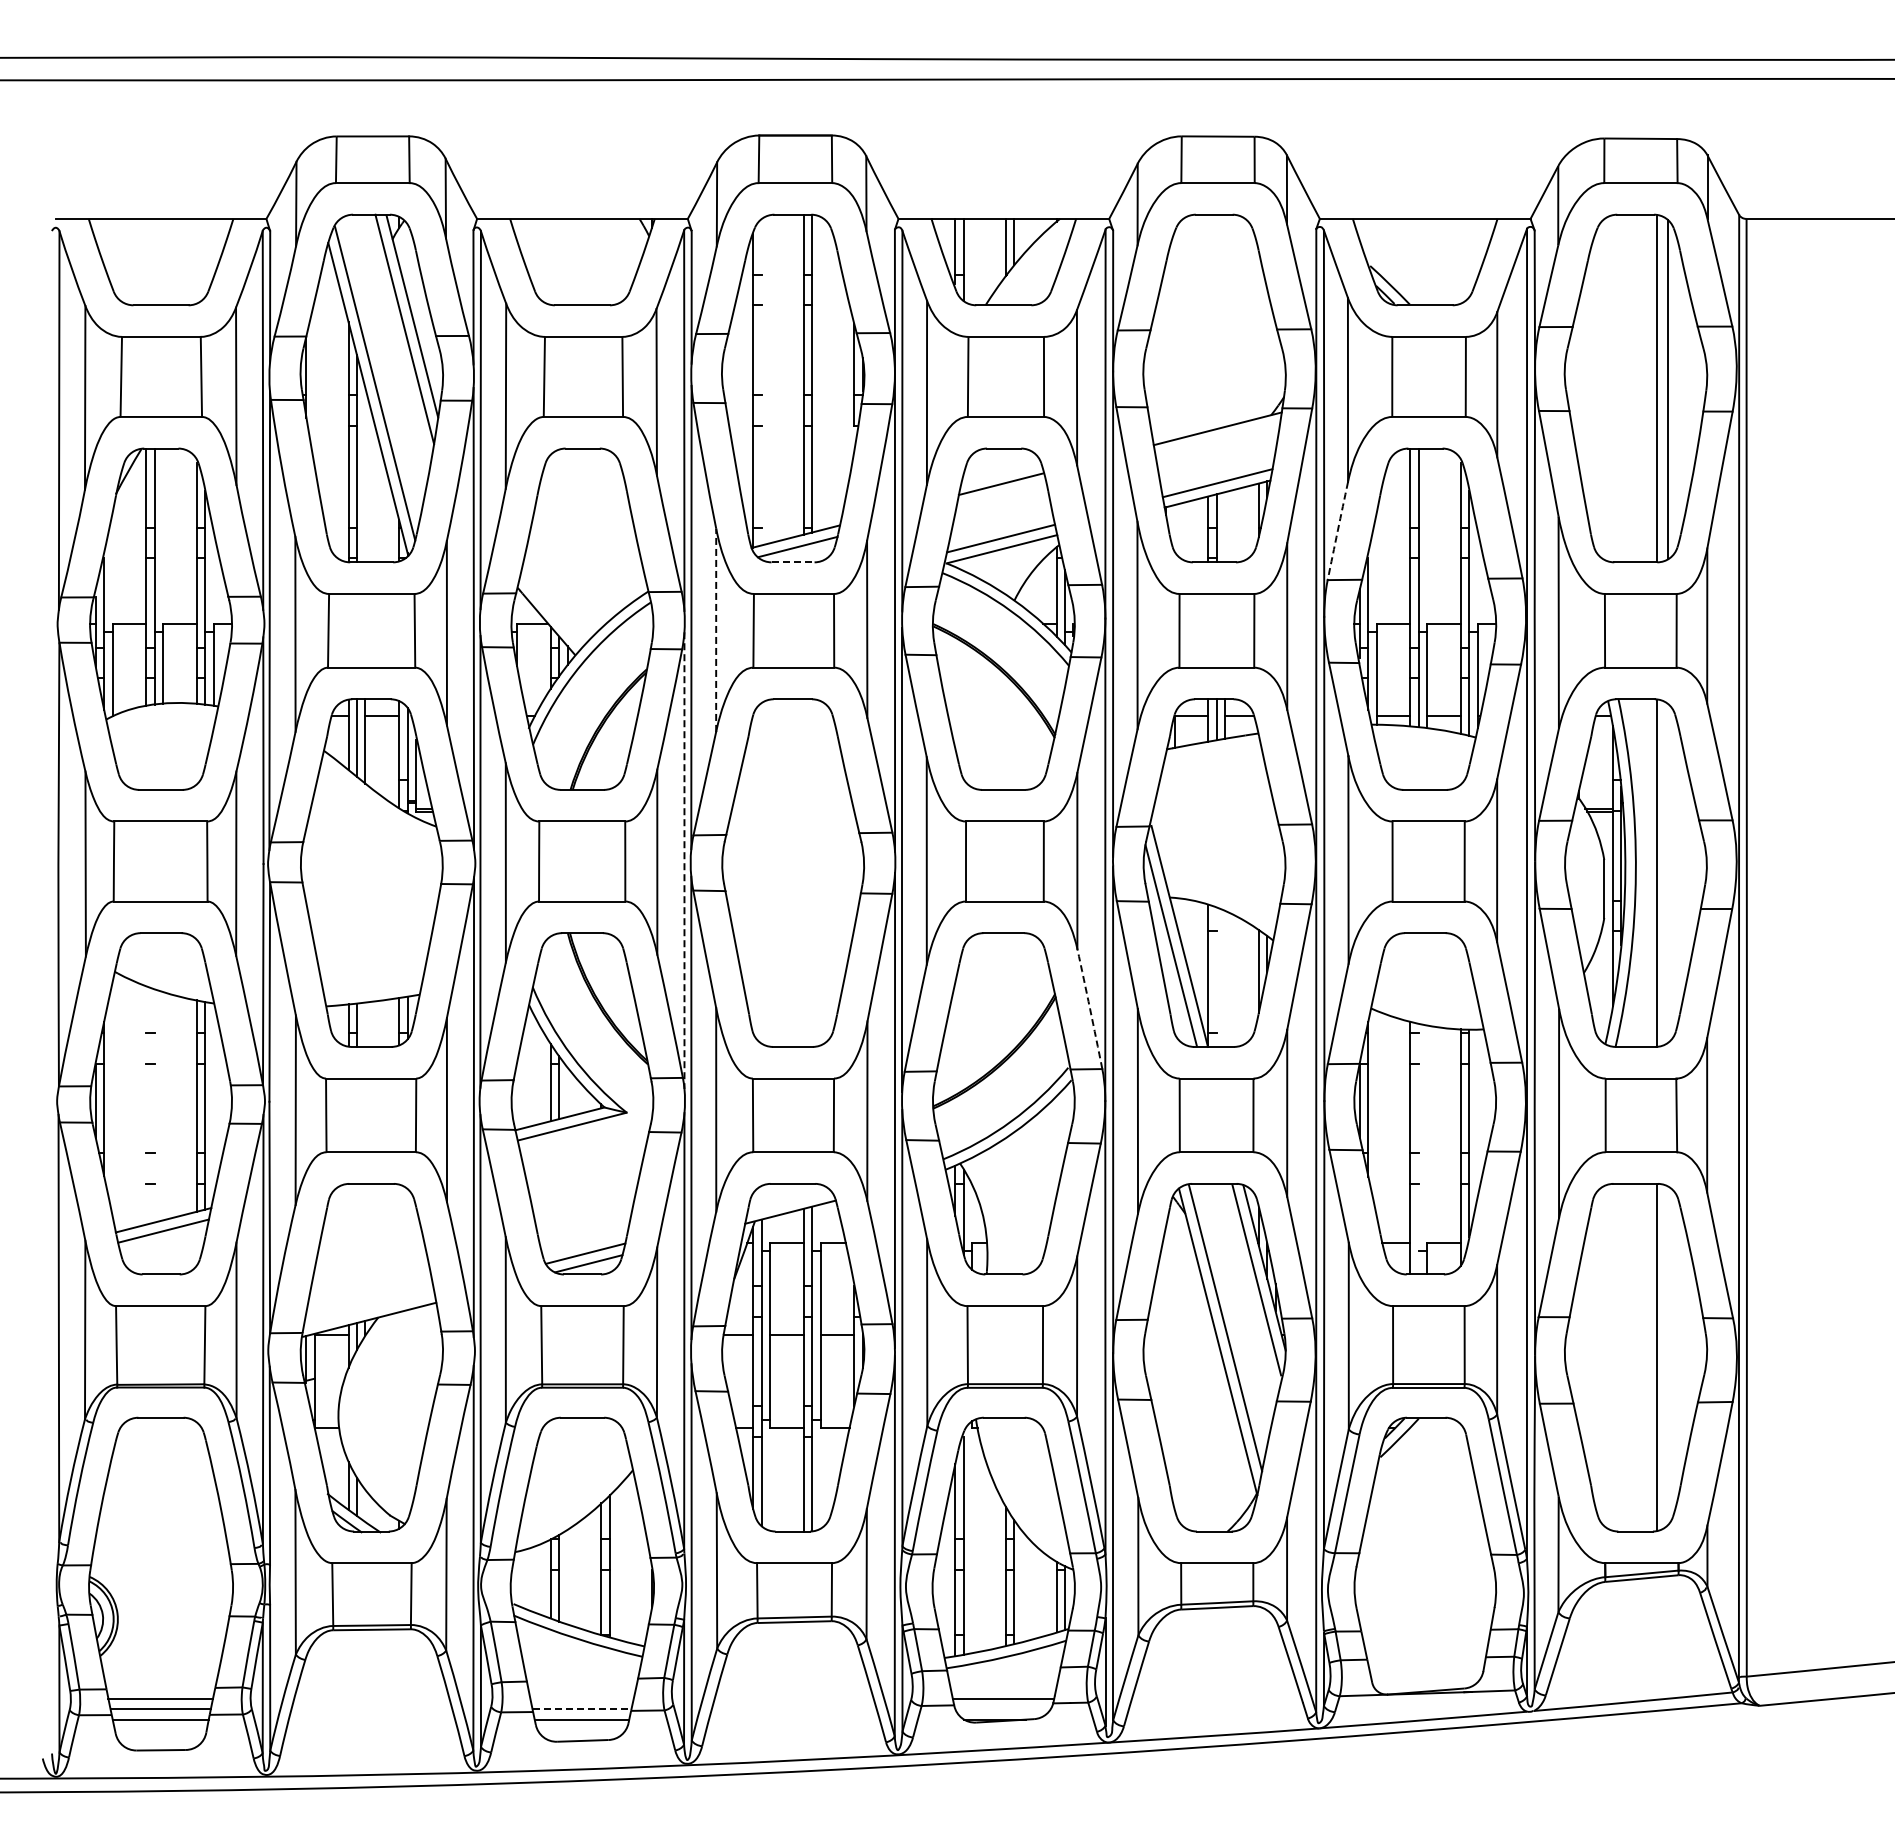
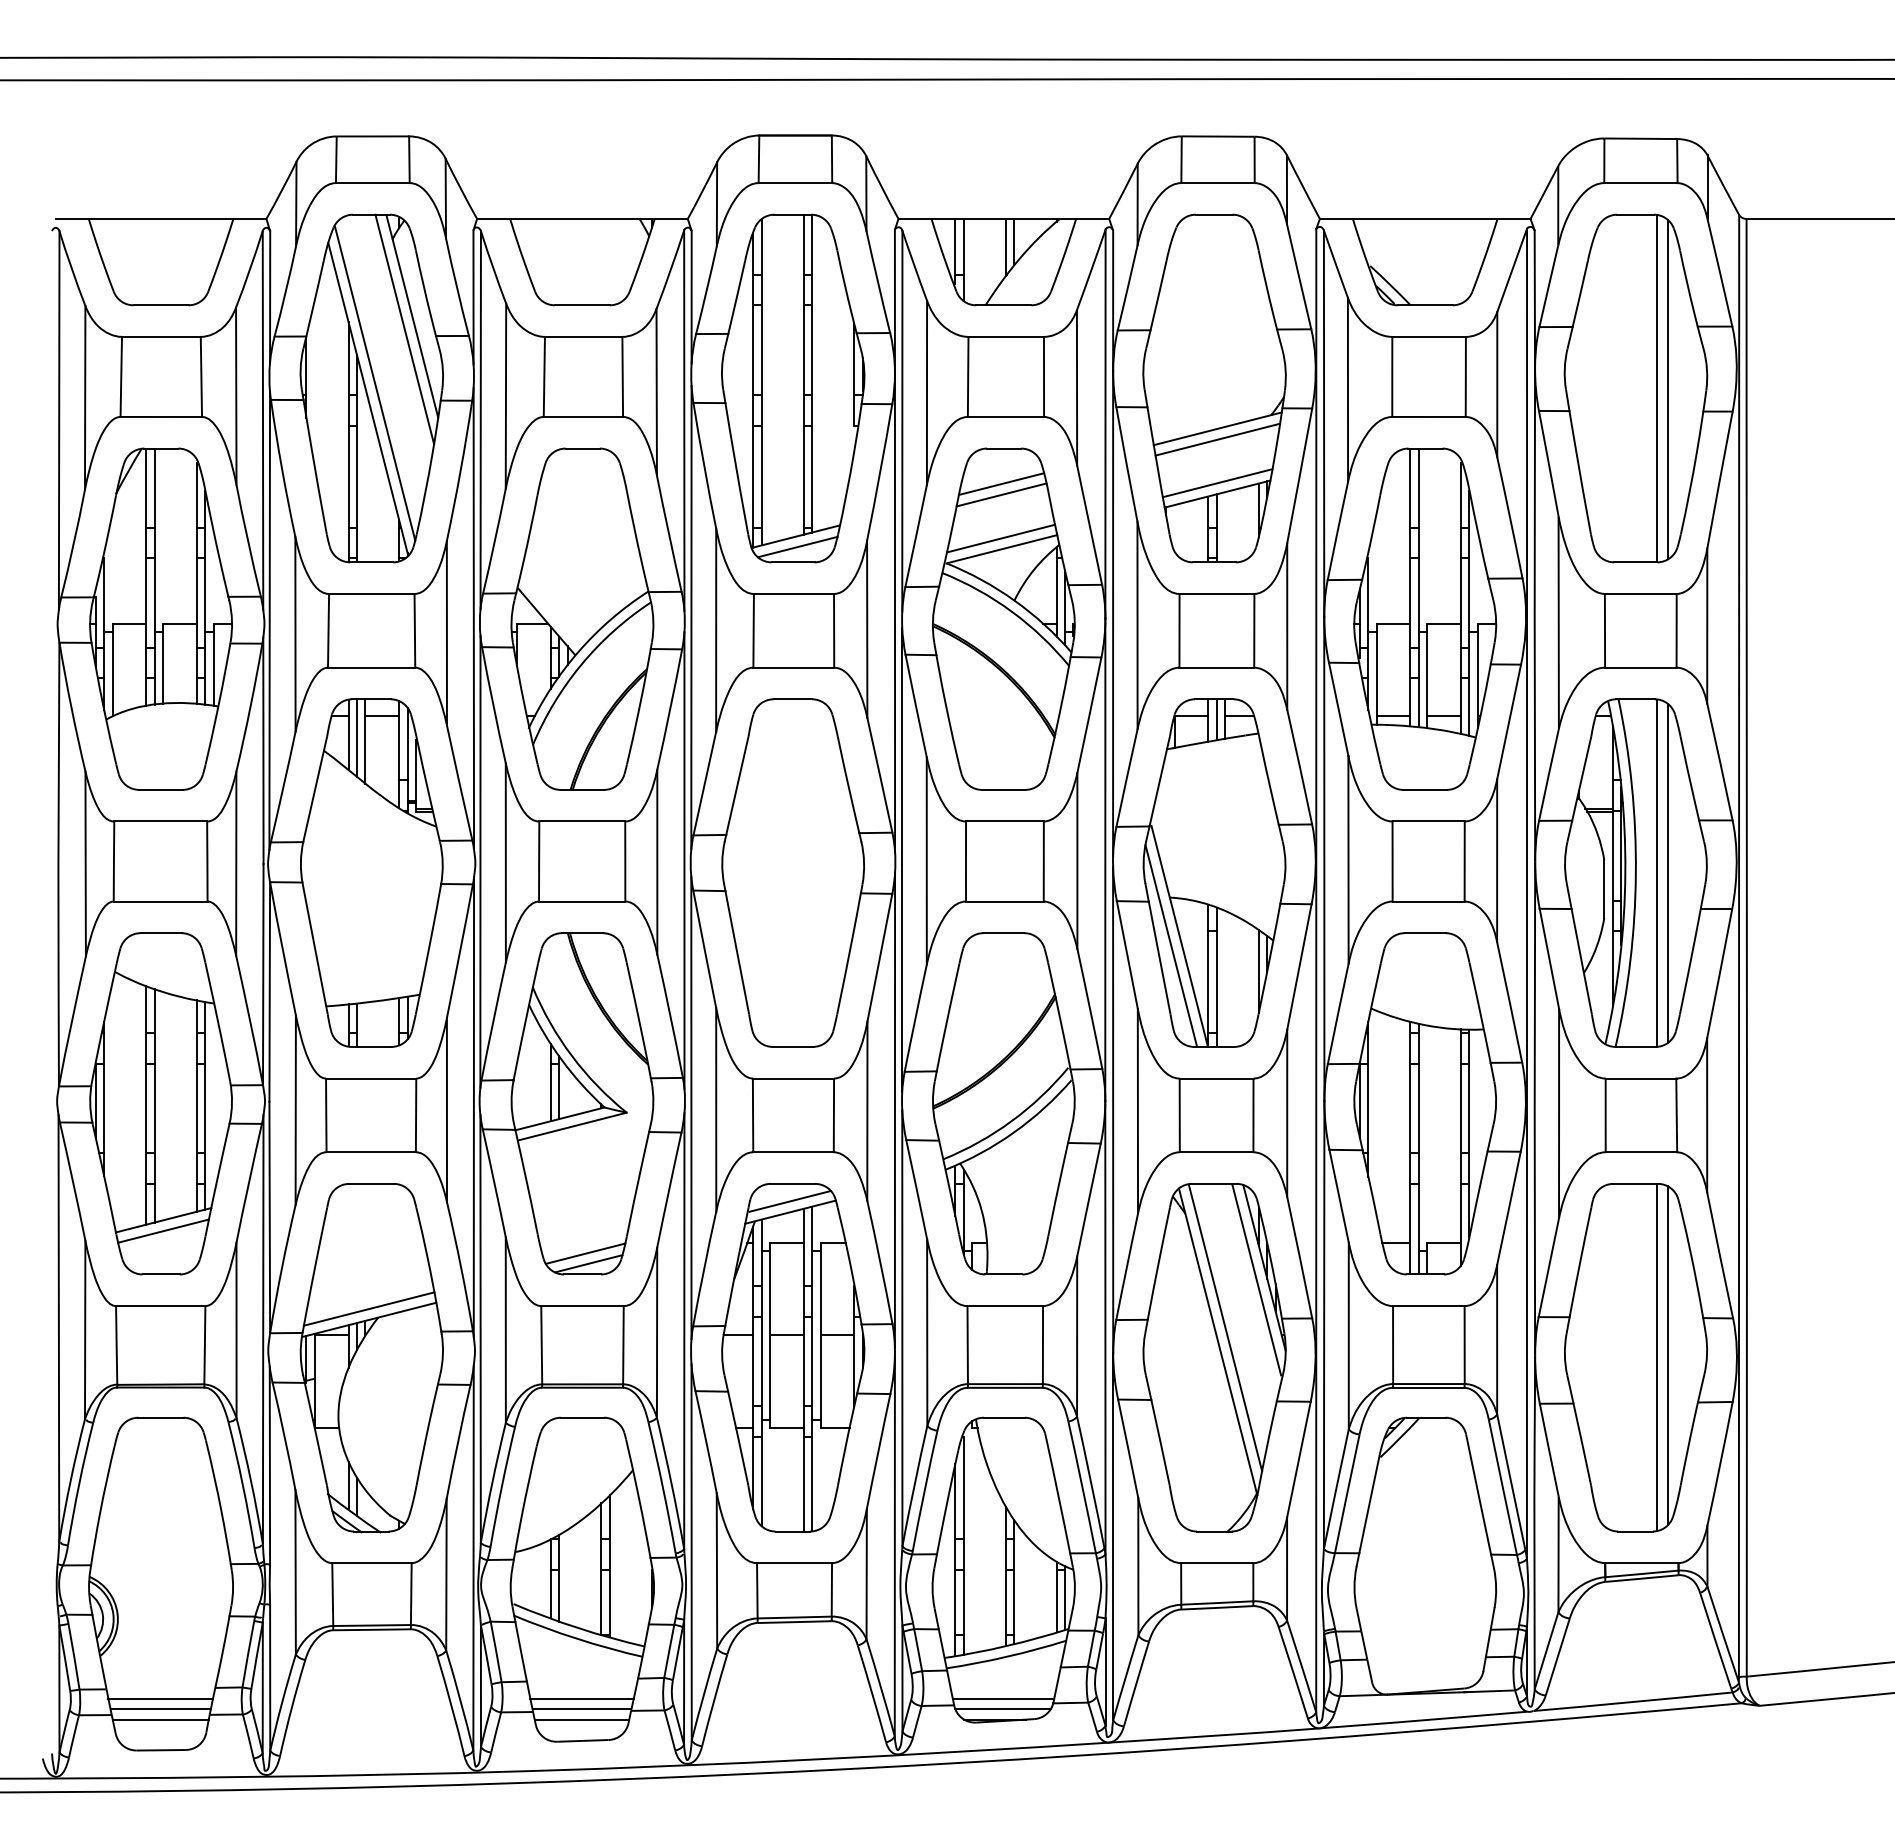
line at (761, 382): none -> present
line at (1217, 439): none -> present
line at (1001, 494): none -> present
arc at (1337, 531): dashed -> solid
line at (793, 562): dashed -> solid
line at (716, 630): dashed -> solid
line at (684, 861): dashed -> solid
line at (1667, 873): none -> present
line at (1216, 976): none -> present
arc at (1090, 1009): dashed -> solid
line at (146, 1105): none -> present
line at (154, 1105): none -> present
line at (1418, 1148): none -> present
line at (789, 1201): none -> present
line at (368, 1308): none -> present
line at (1667, 1355): none -> present
line at (581, 1698): none -> present
line at (582, 1709): dashed -> solid
line at (1002, 1709): none -> present
